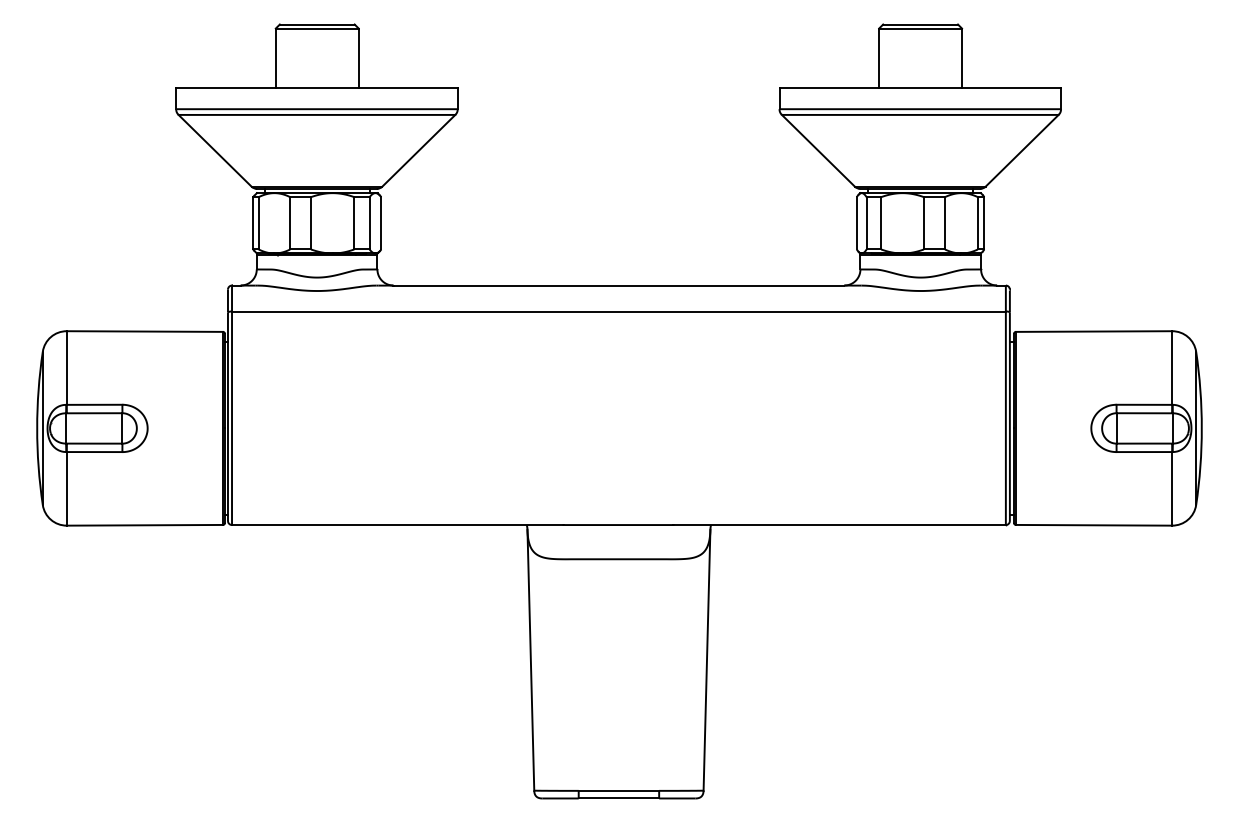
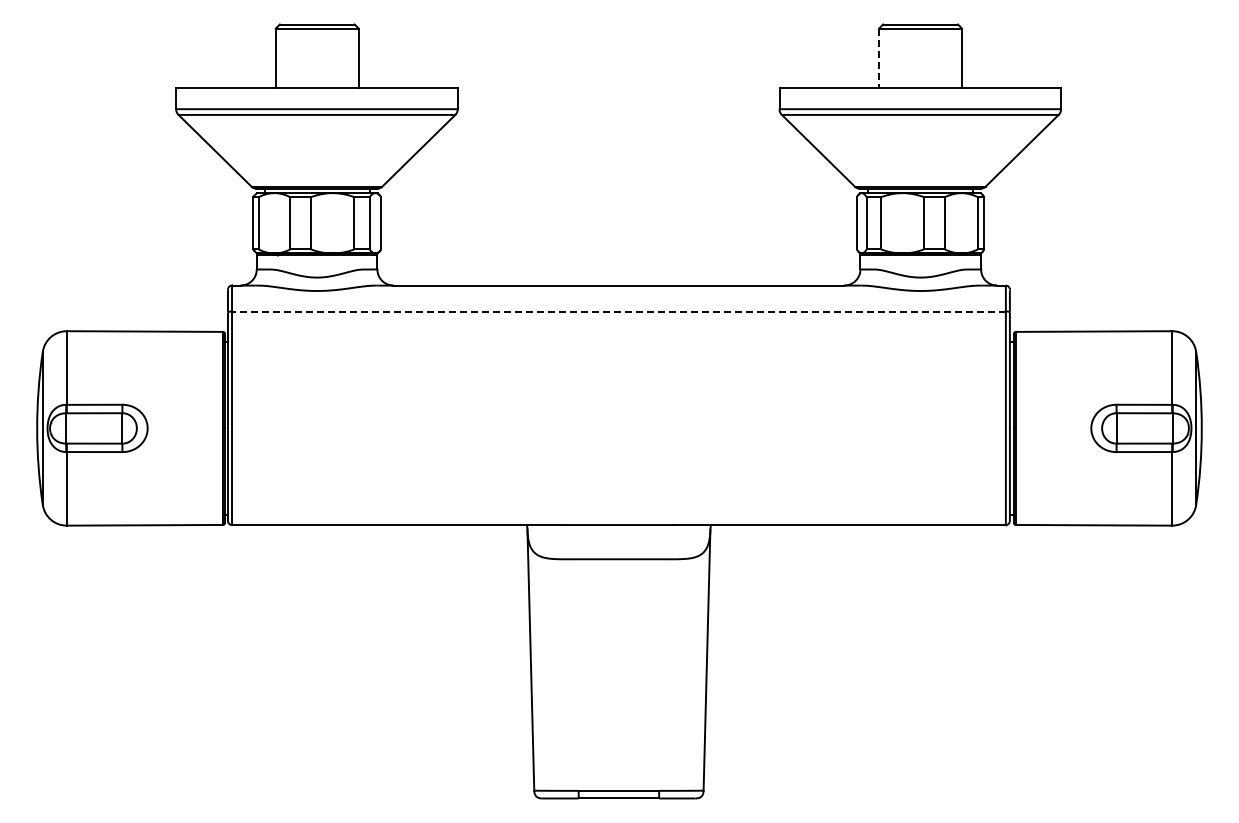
line at (879, 58): solid -> dashed
line at (618, 311): solid -> dashed
